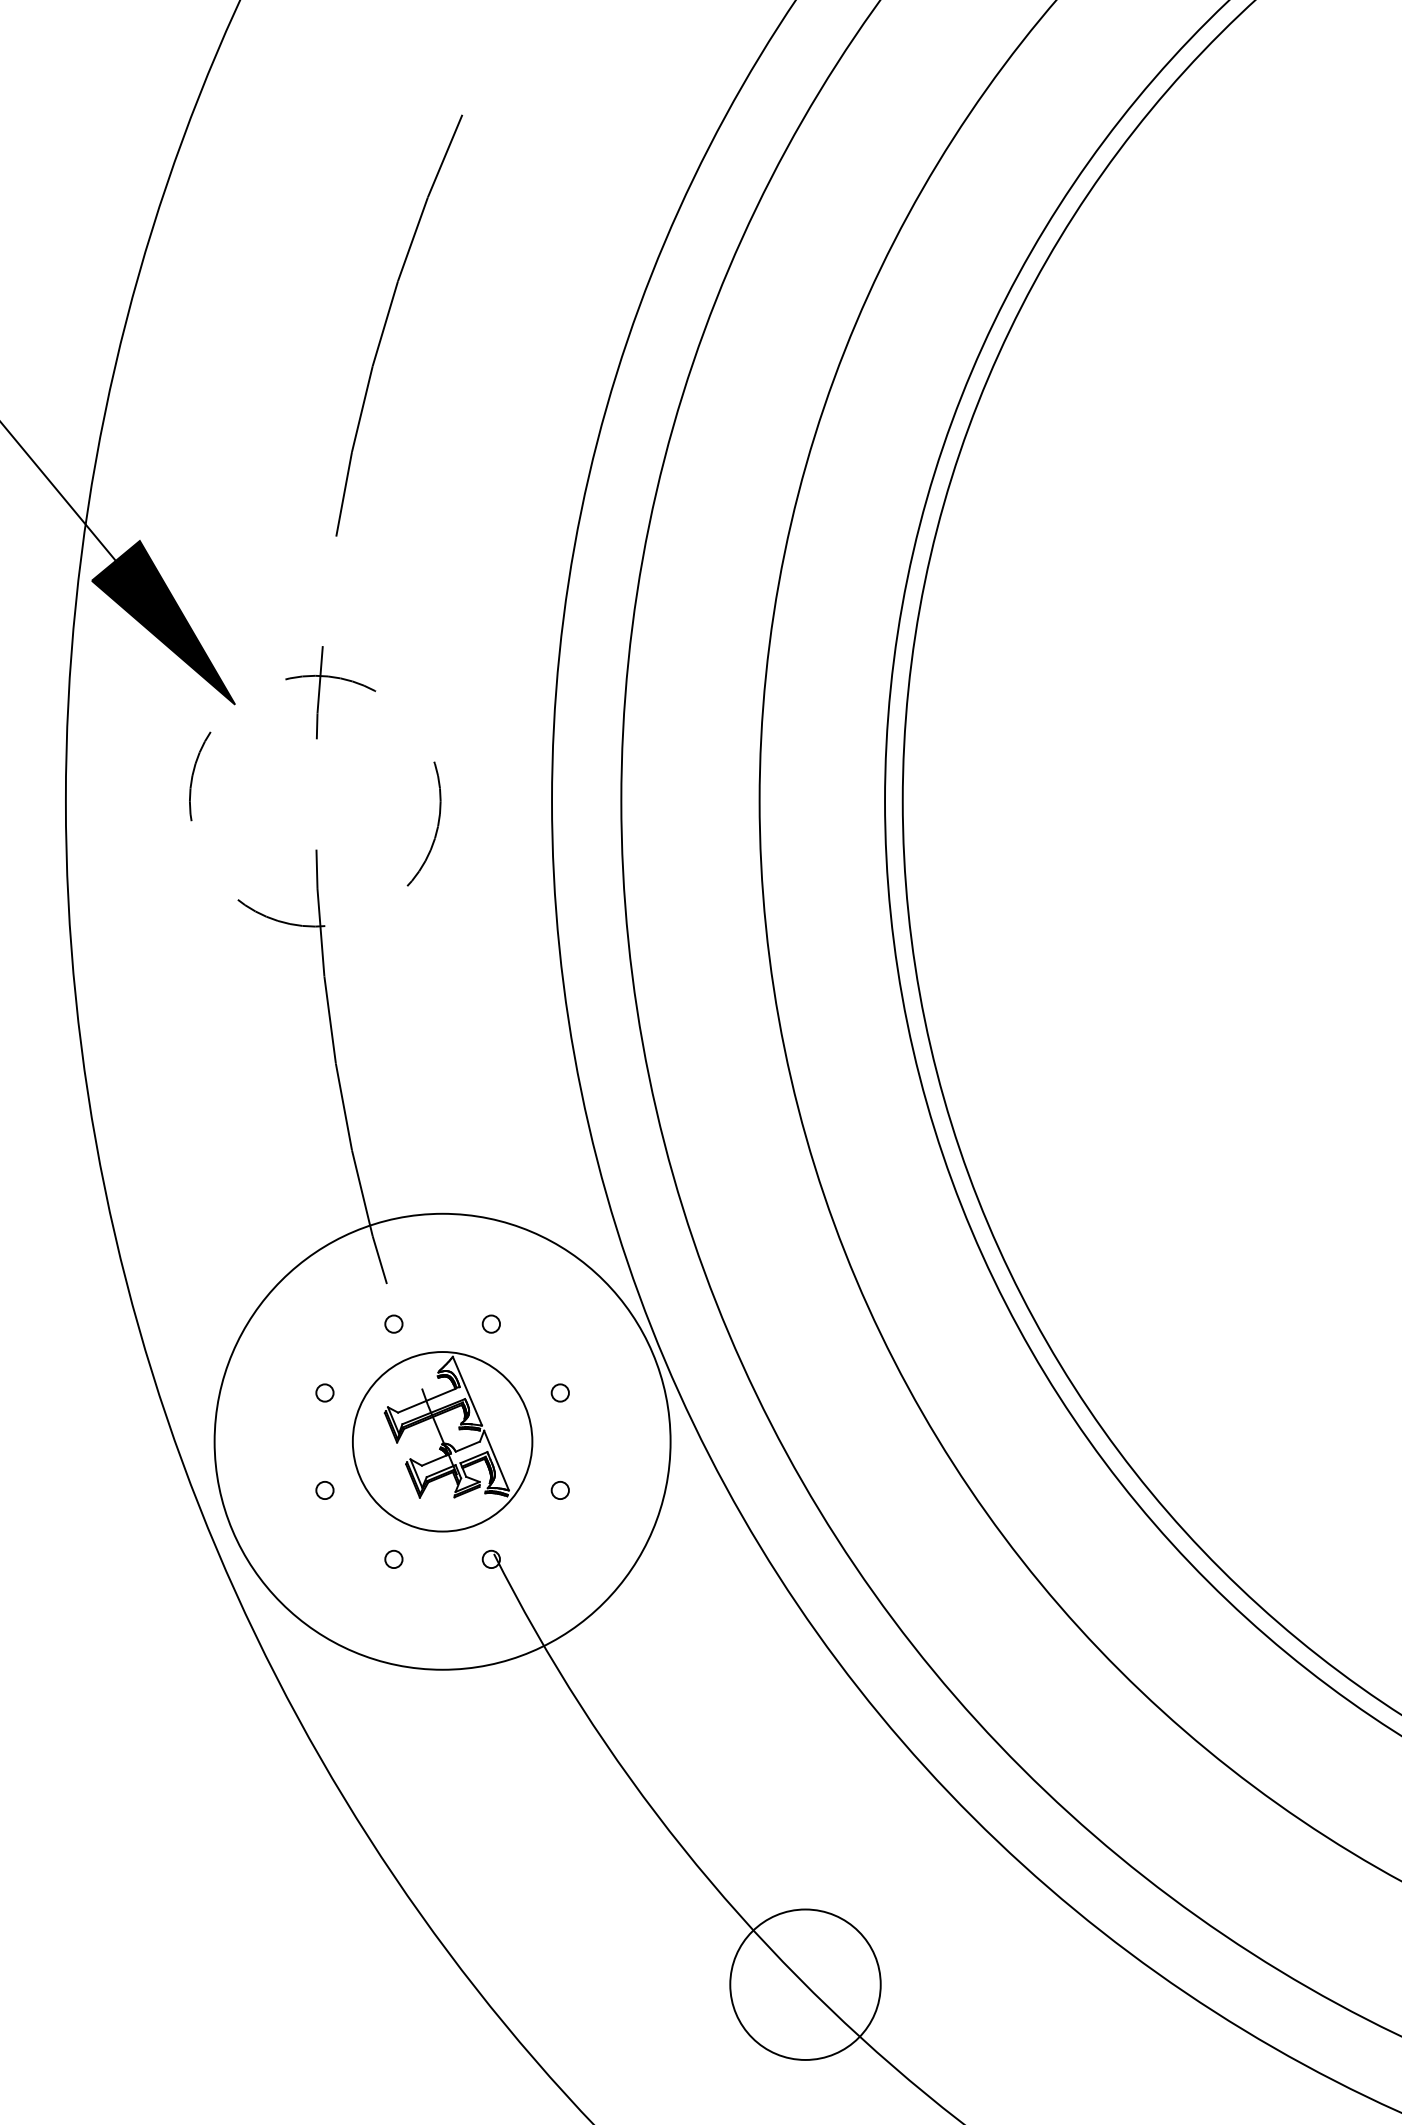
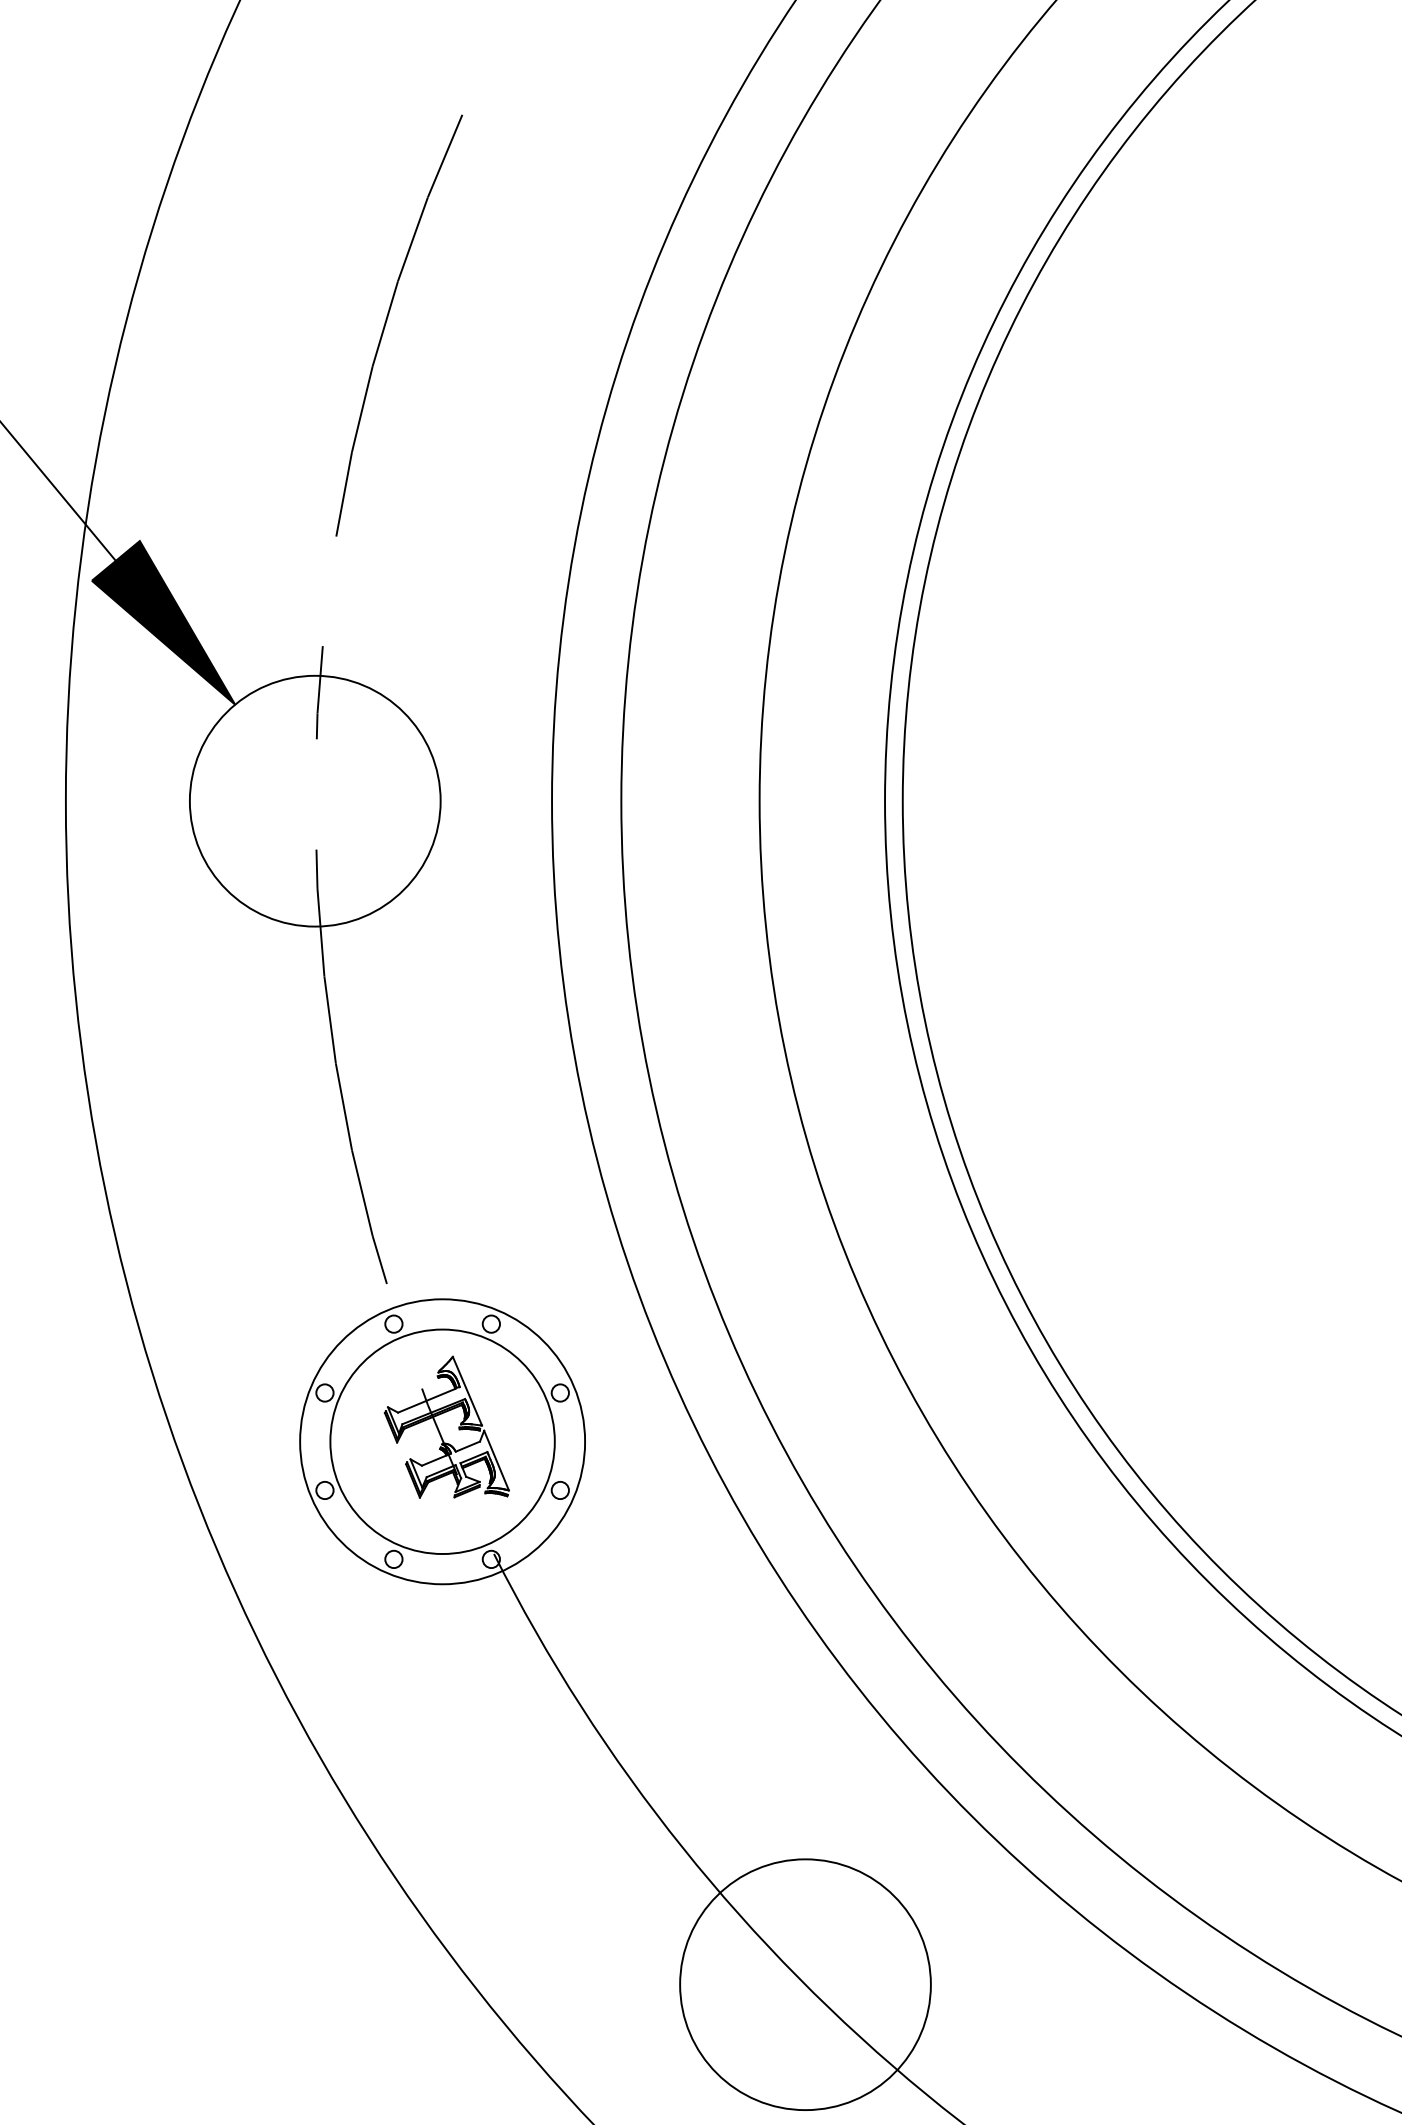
circle at (314, 800): dashed -> solid
circle at (442, 1441) diameter: 180 px -> 224 px
circle at (442, 1441) diameter: 456 px -> 285 px
circle at (805, 1984) diameter: 150 px -> 251 px
